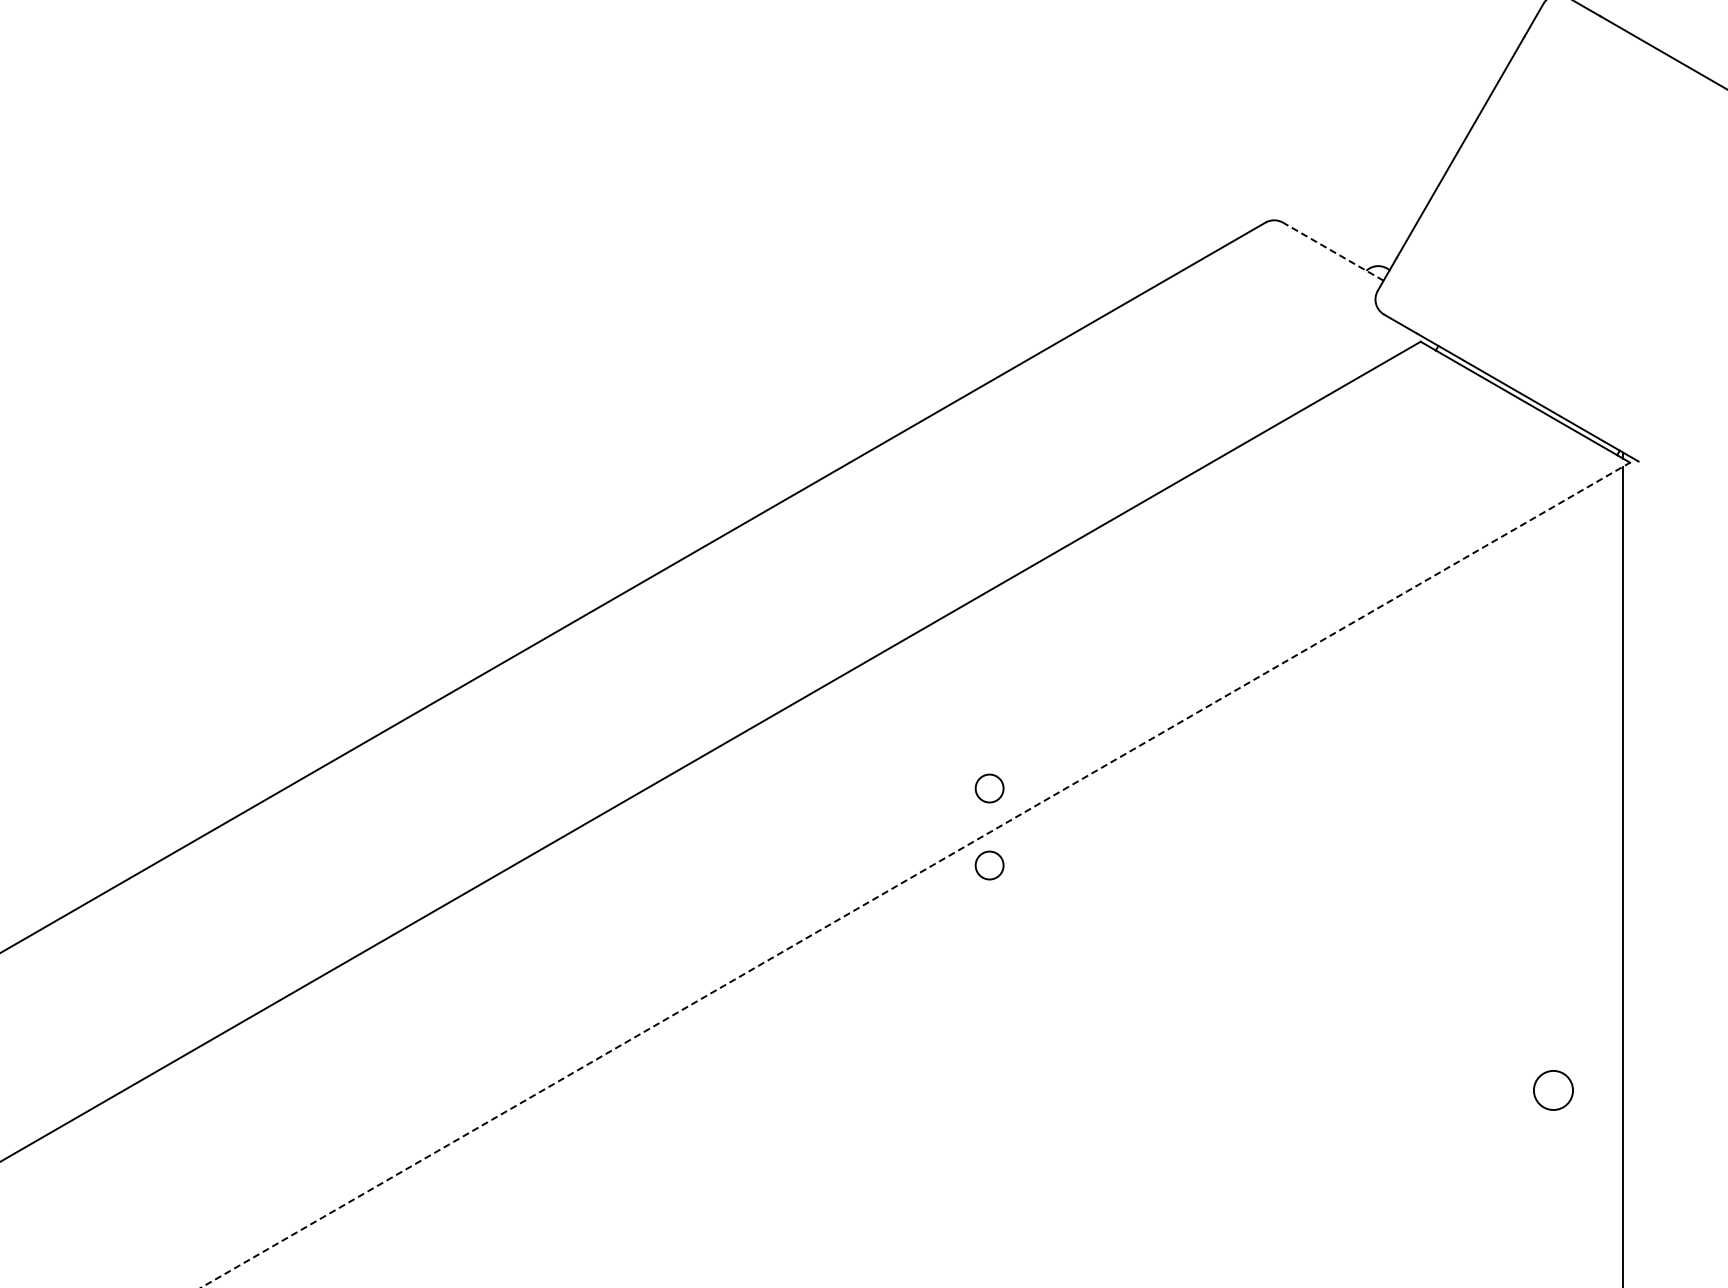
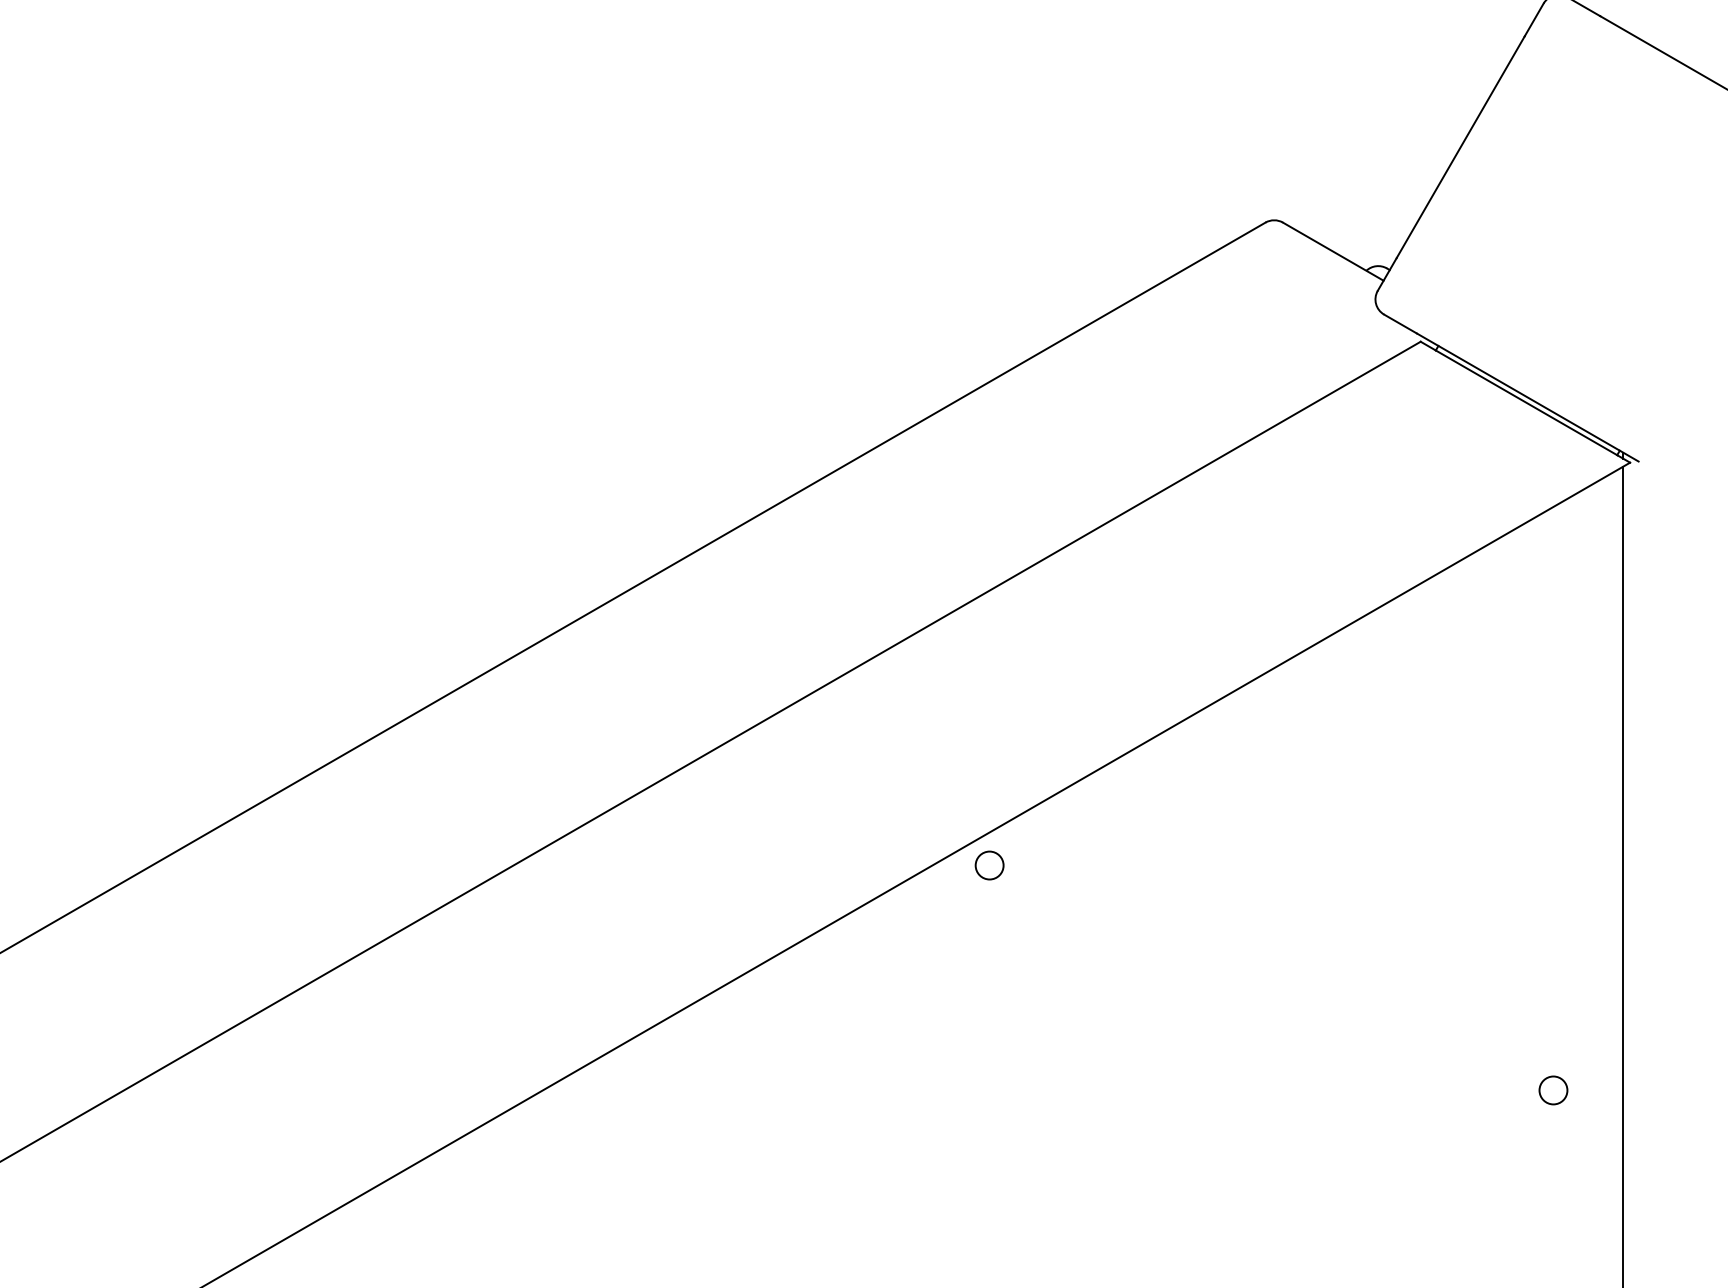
line at (1332, 251): dashed -> solid
circle at (989, 788): present -> none
line at (915, 875): dashed -> solid
circle at (1553, 1090) diameter: 39 px -> 28 px
